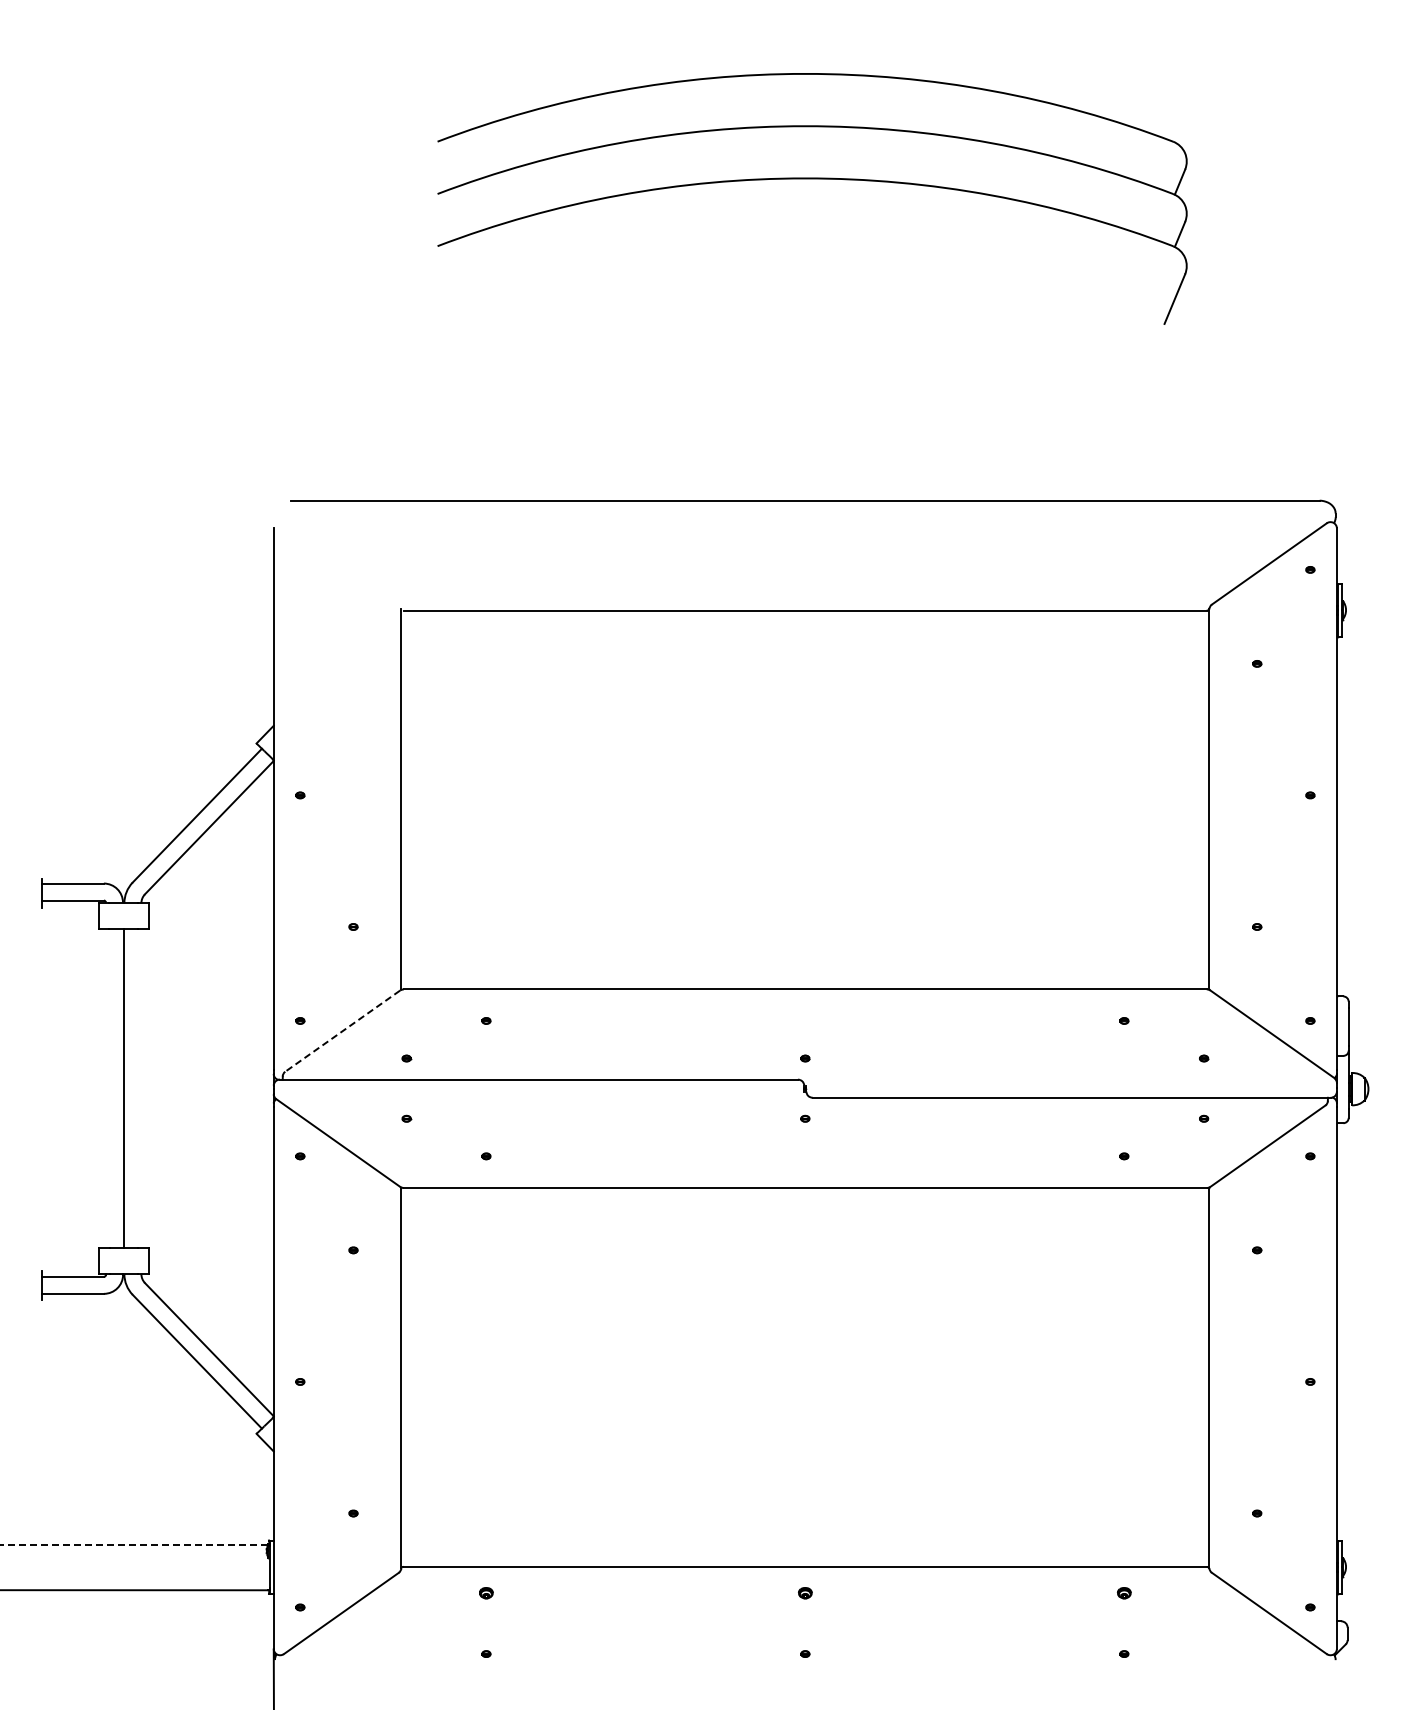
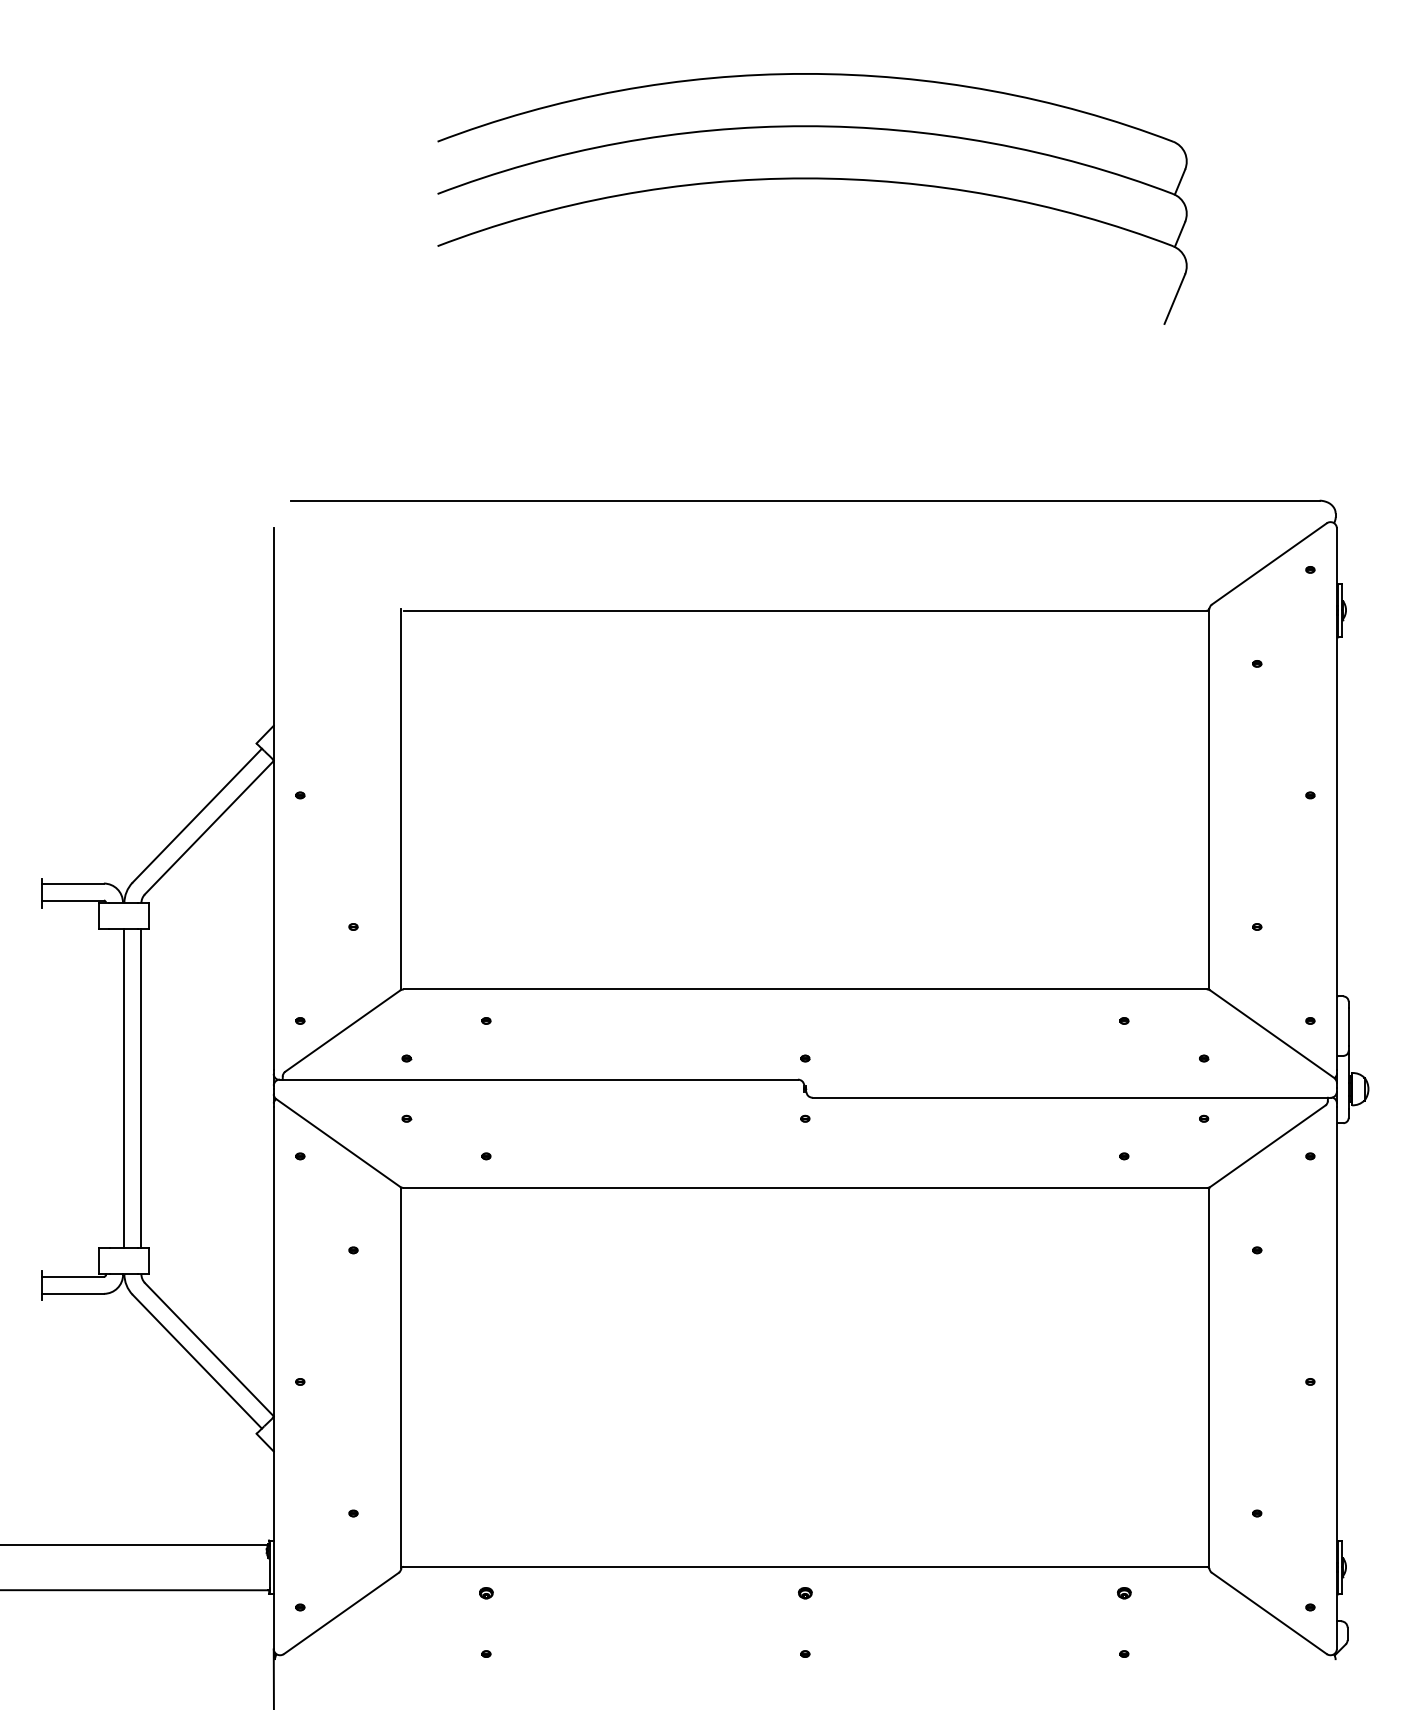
line at (342, 1031): dashed -> solid
line at (141, 1088): none -> present
line at (134, 1544): dashed -> solid
